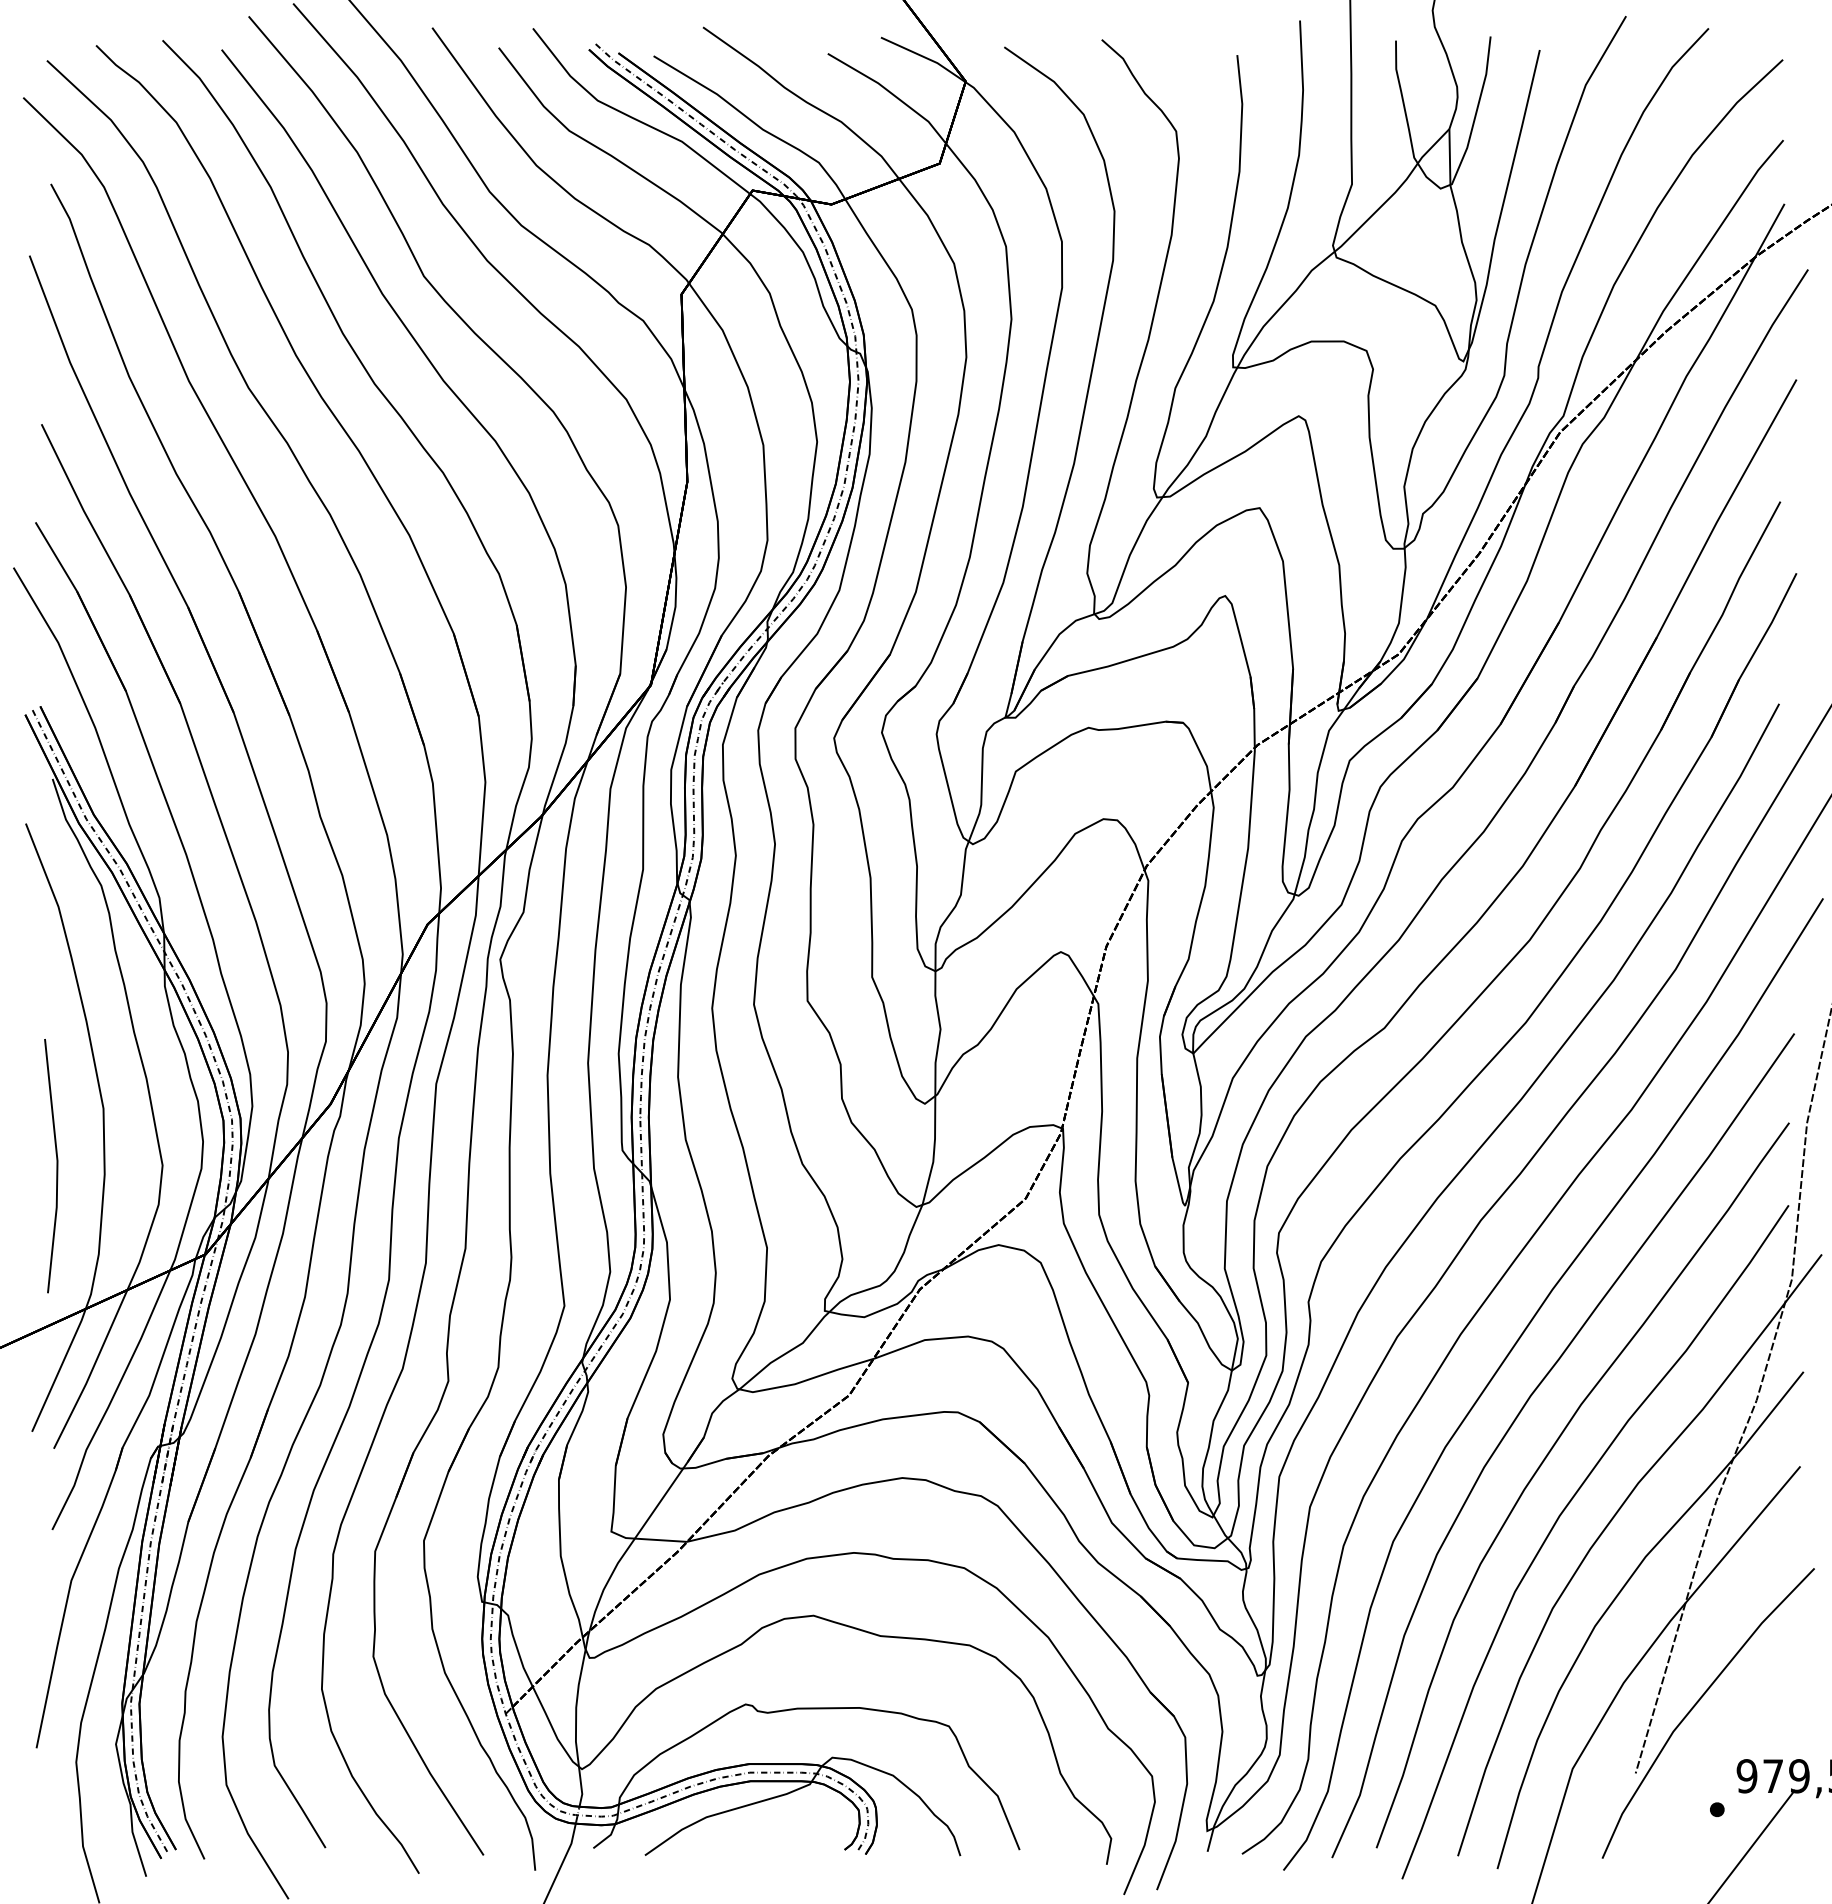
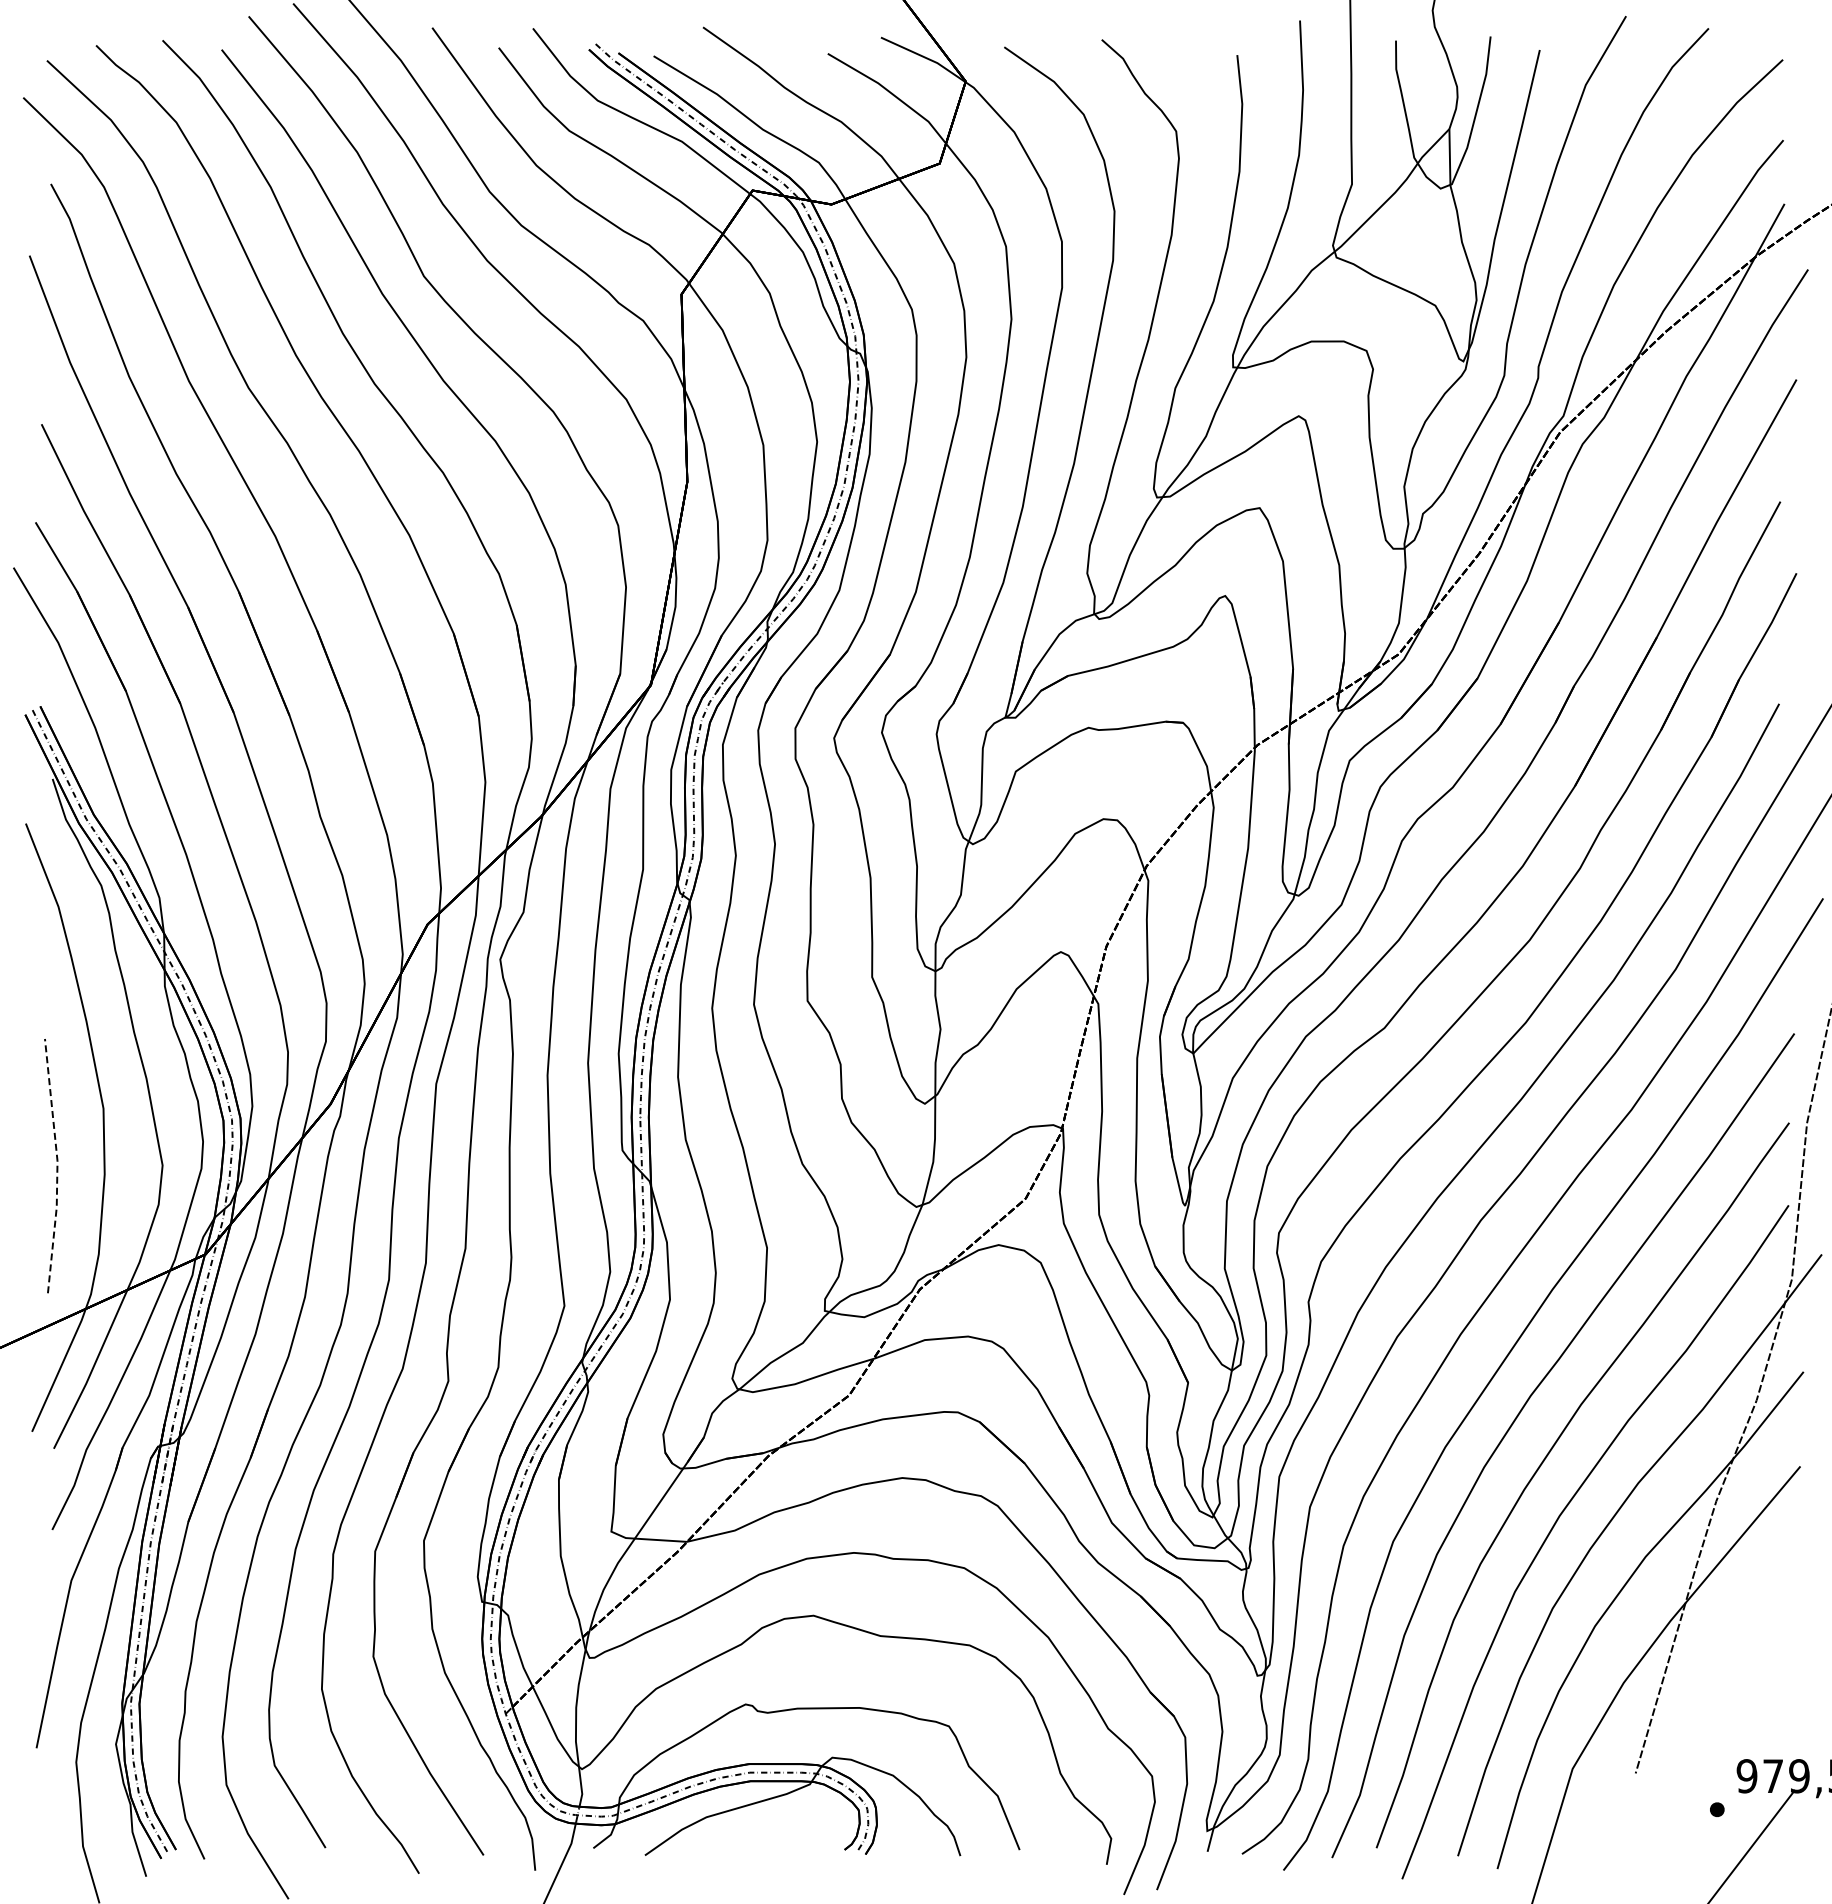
line at (57, 1165): solid -> dashed
line at (1695, 1706): present -> none
